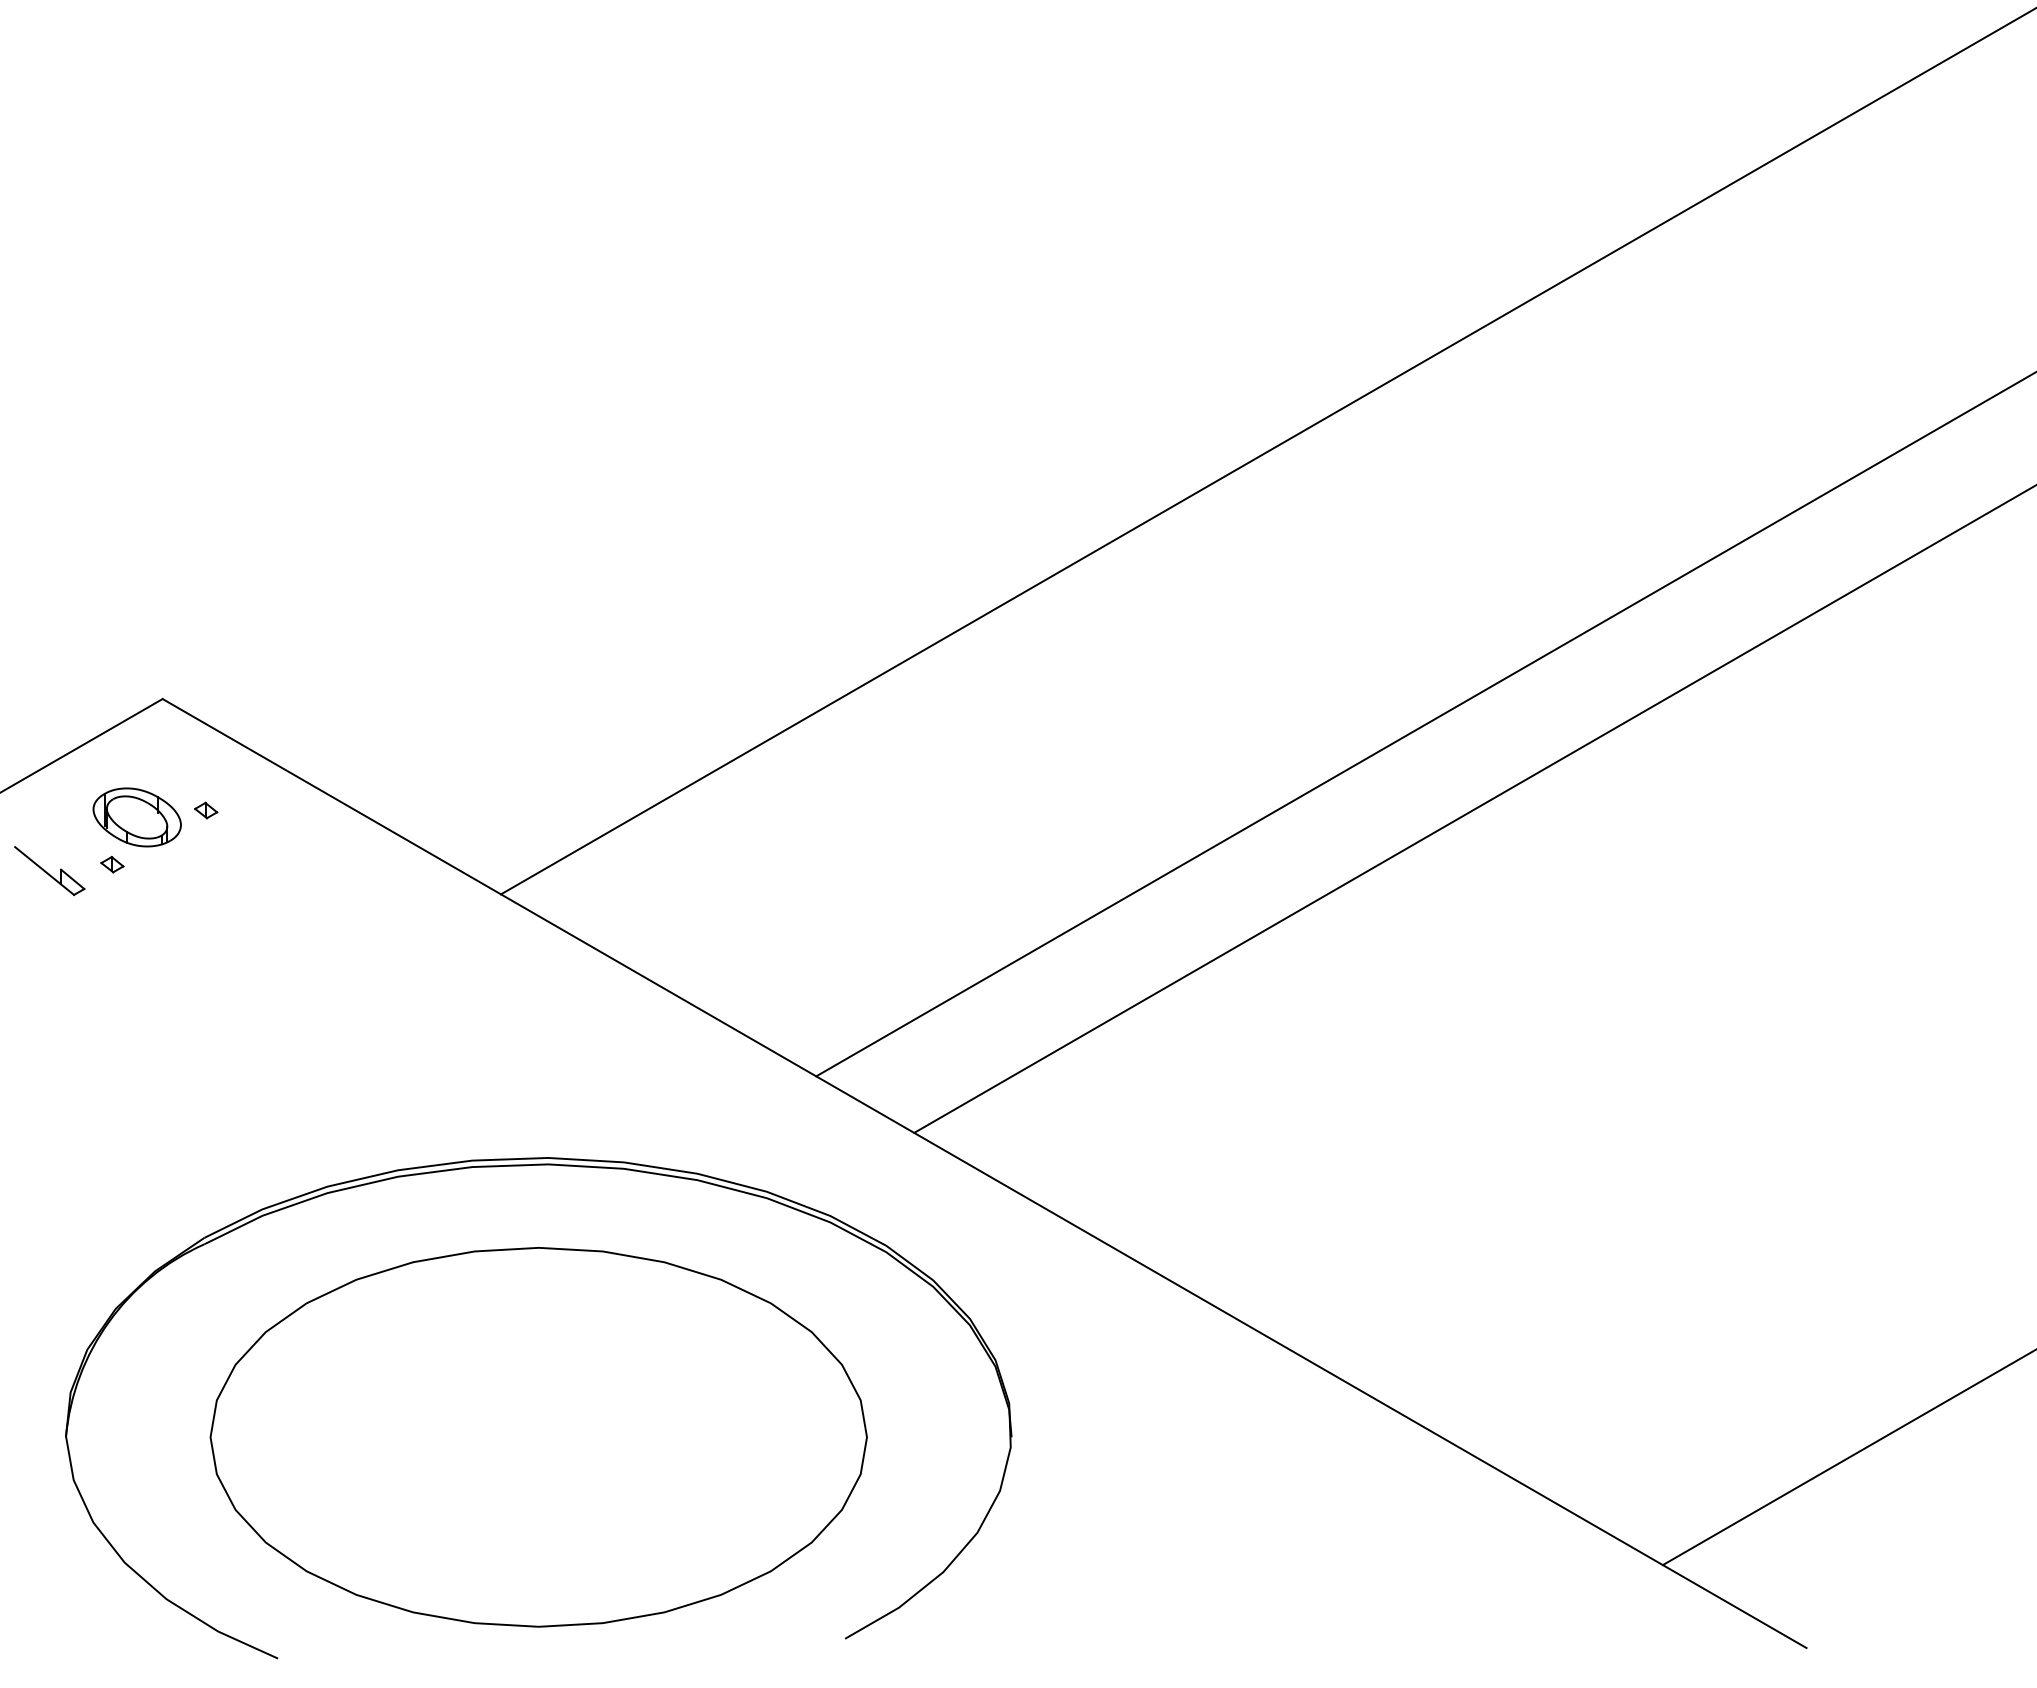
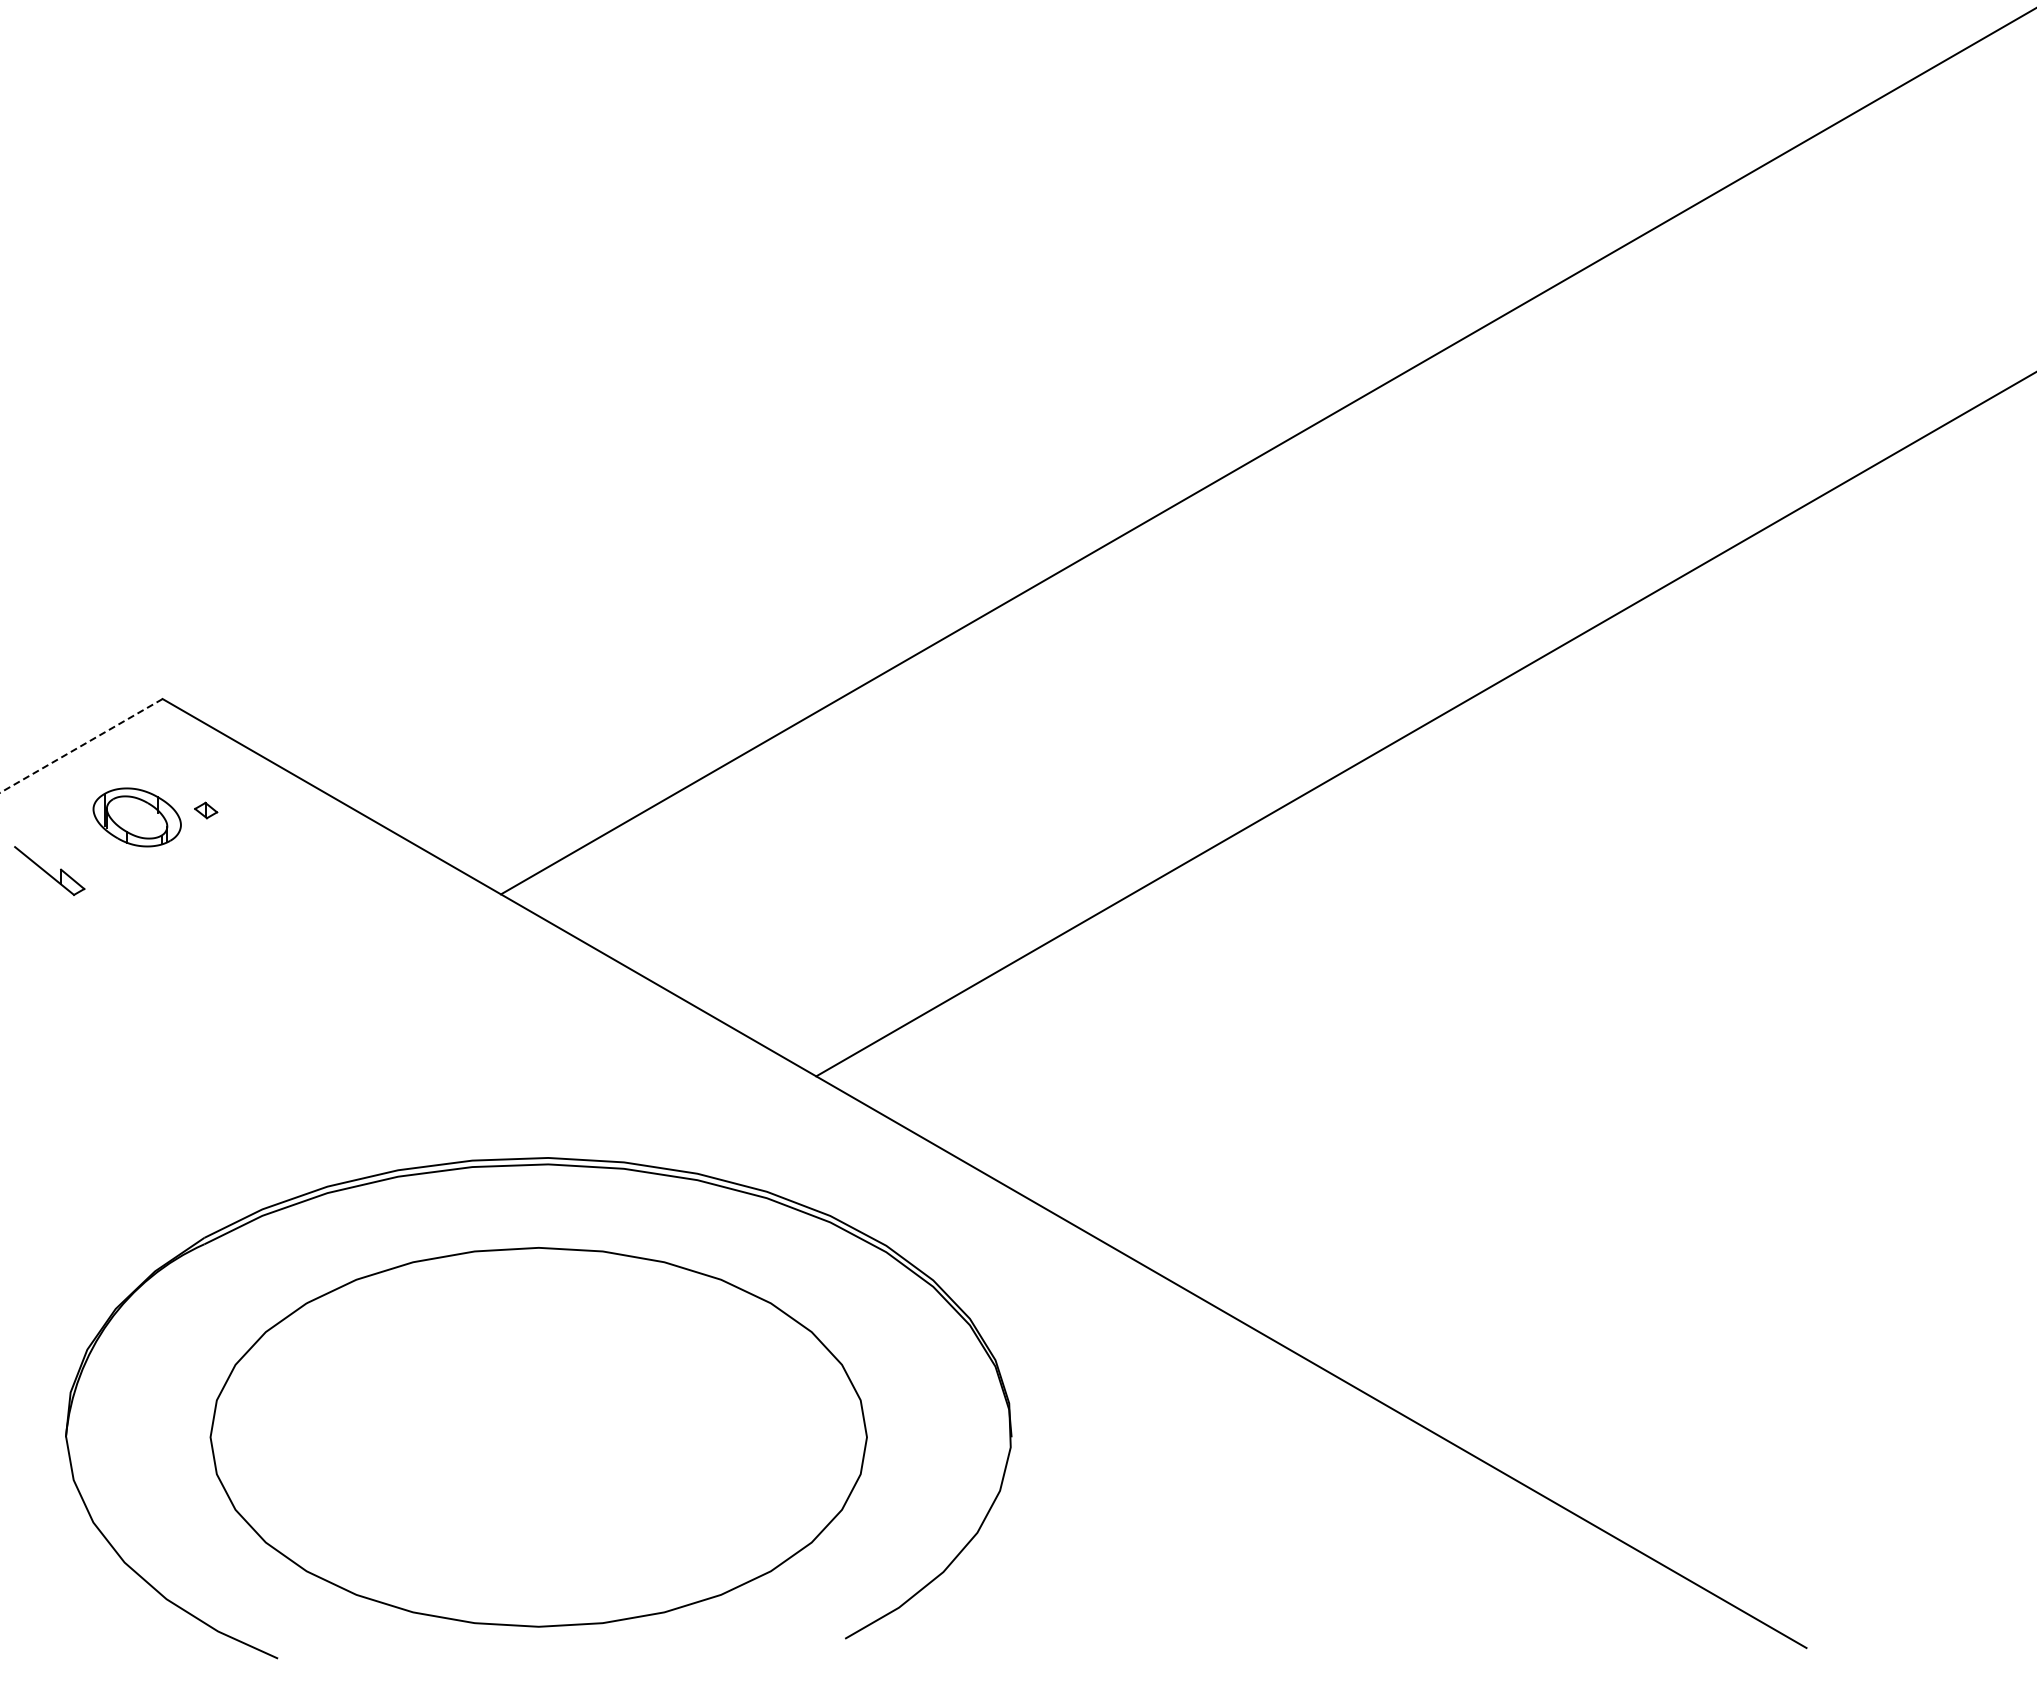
line at (81, 746): solid -> dashed
line at (1473, 809): present -> none
part at (112, 864): present -> none
line at (1847, 1458): present -> none
